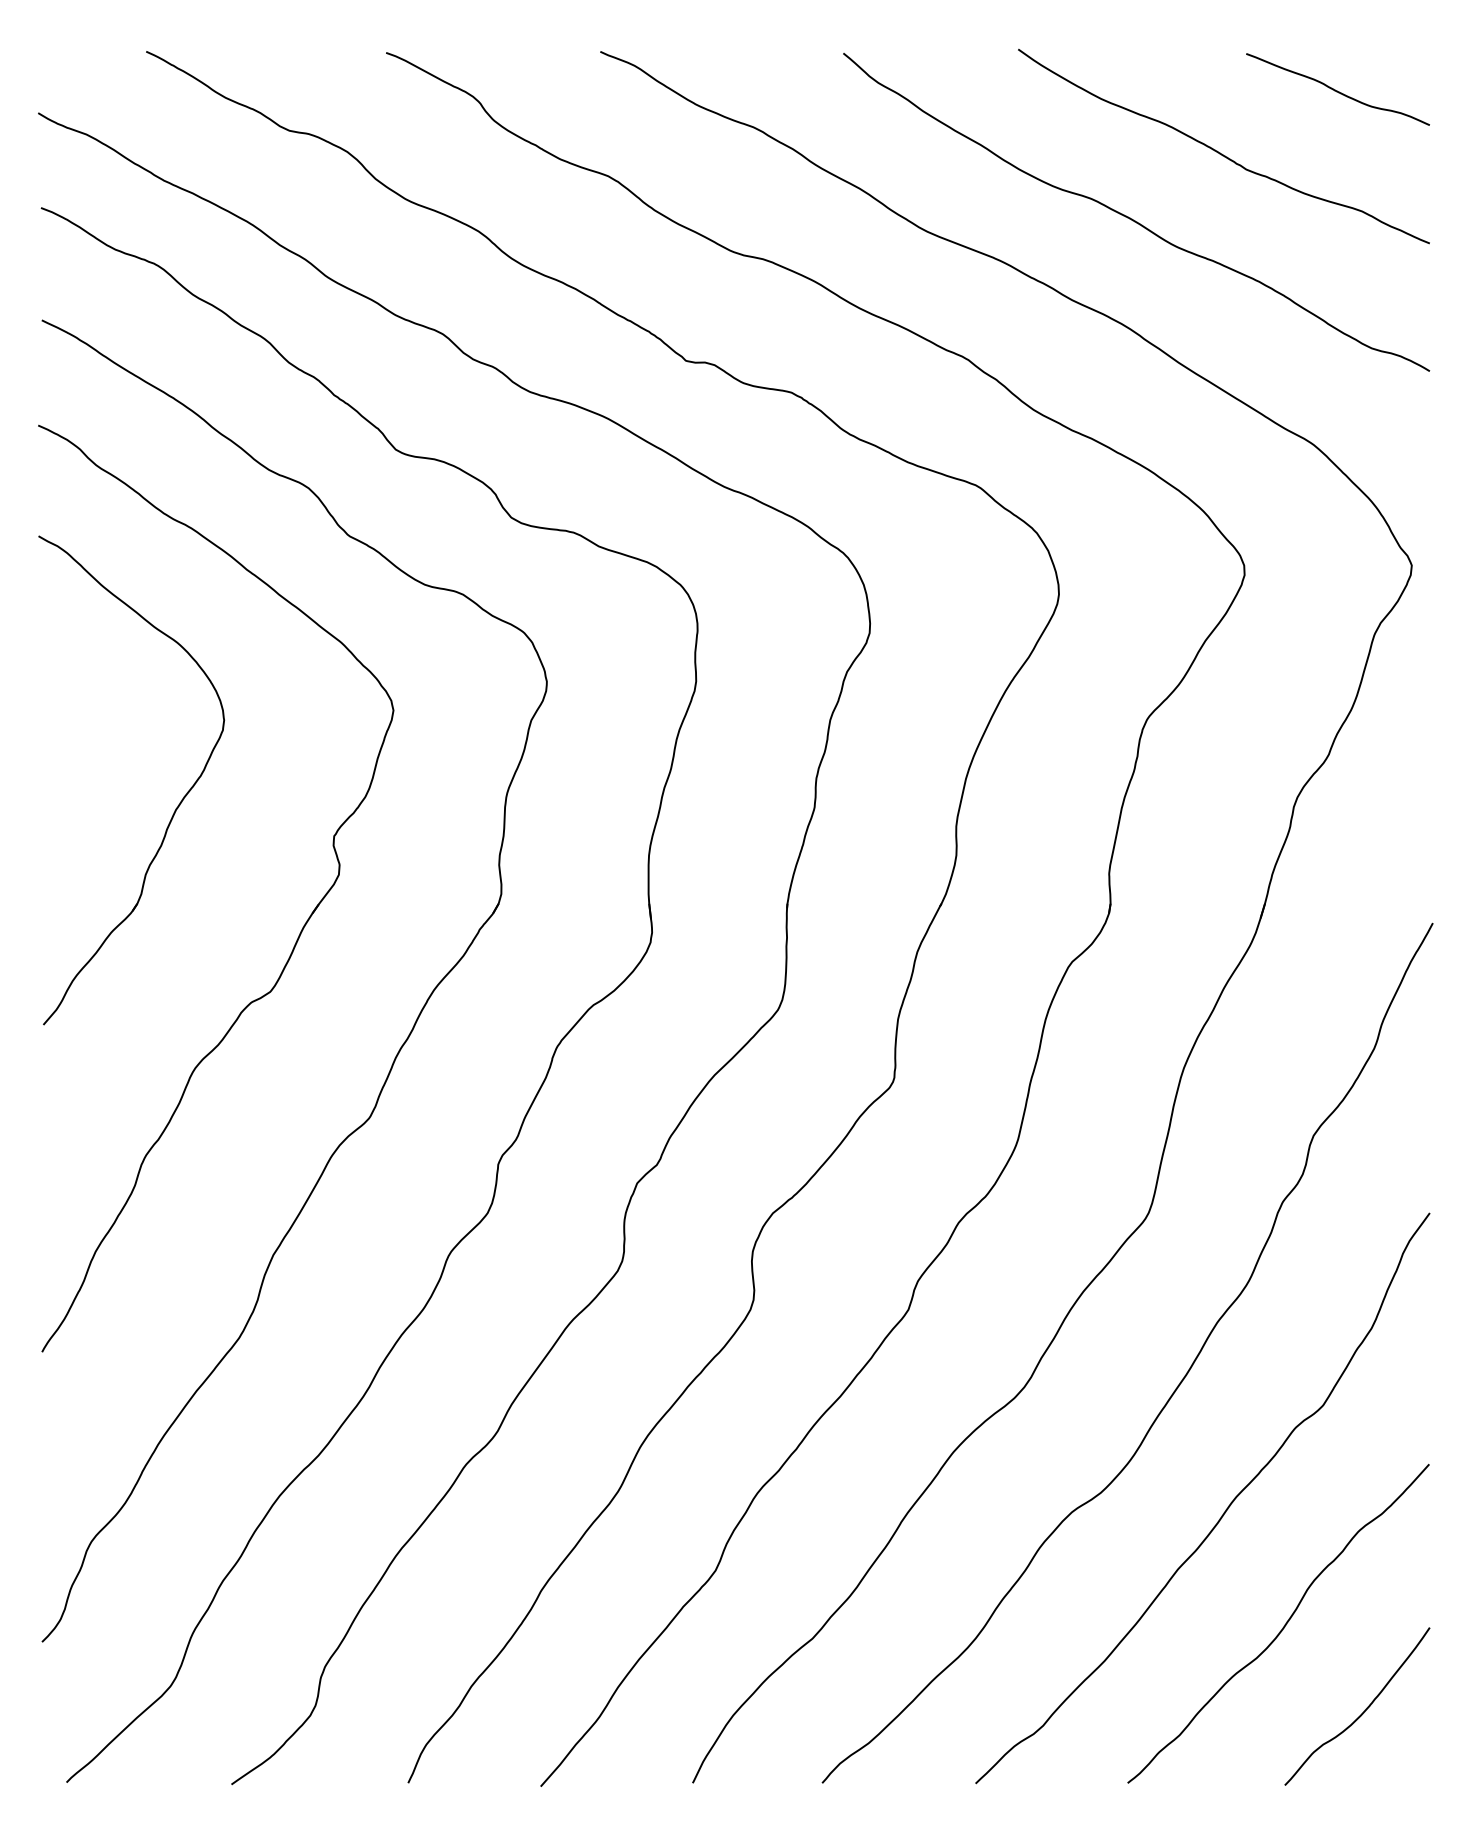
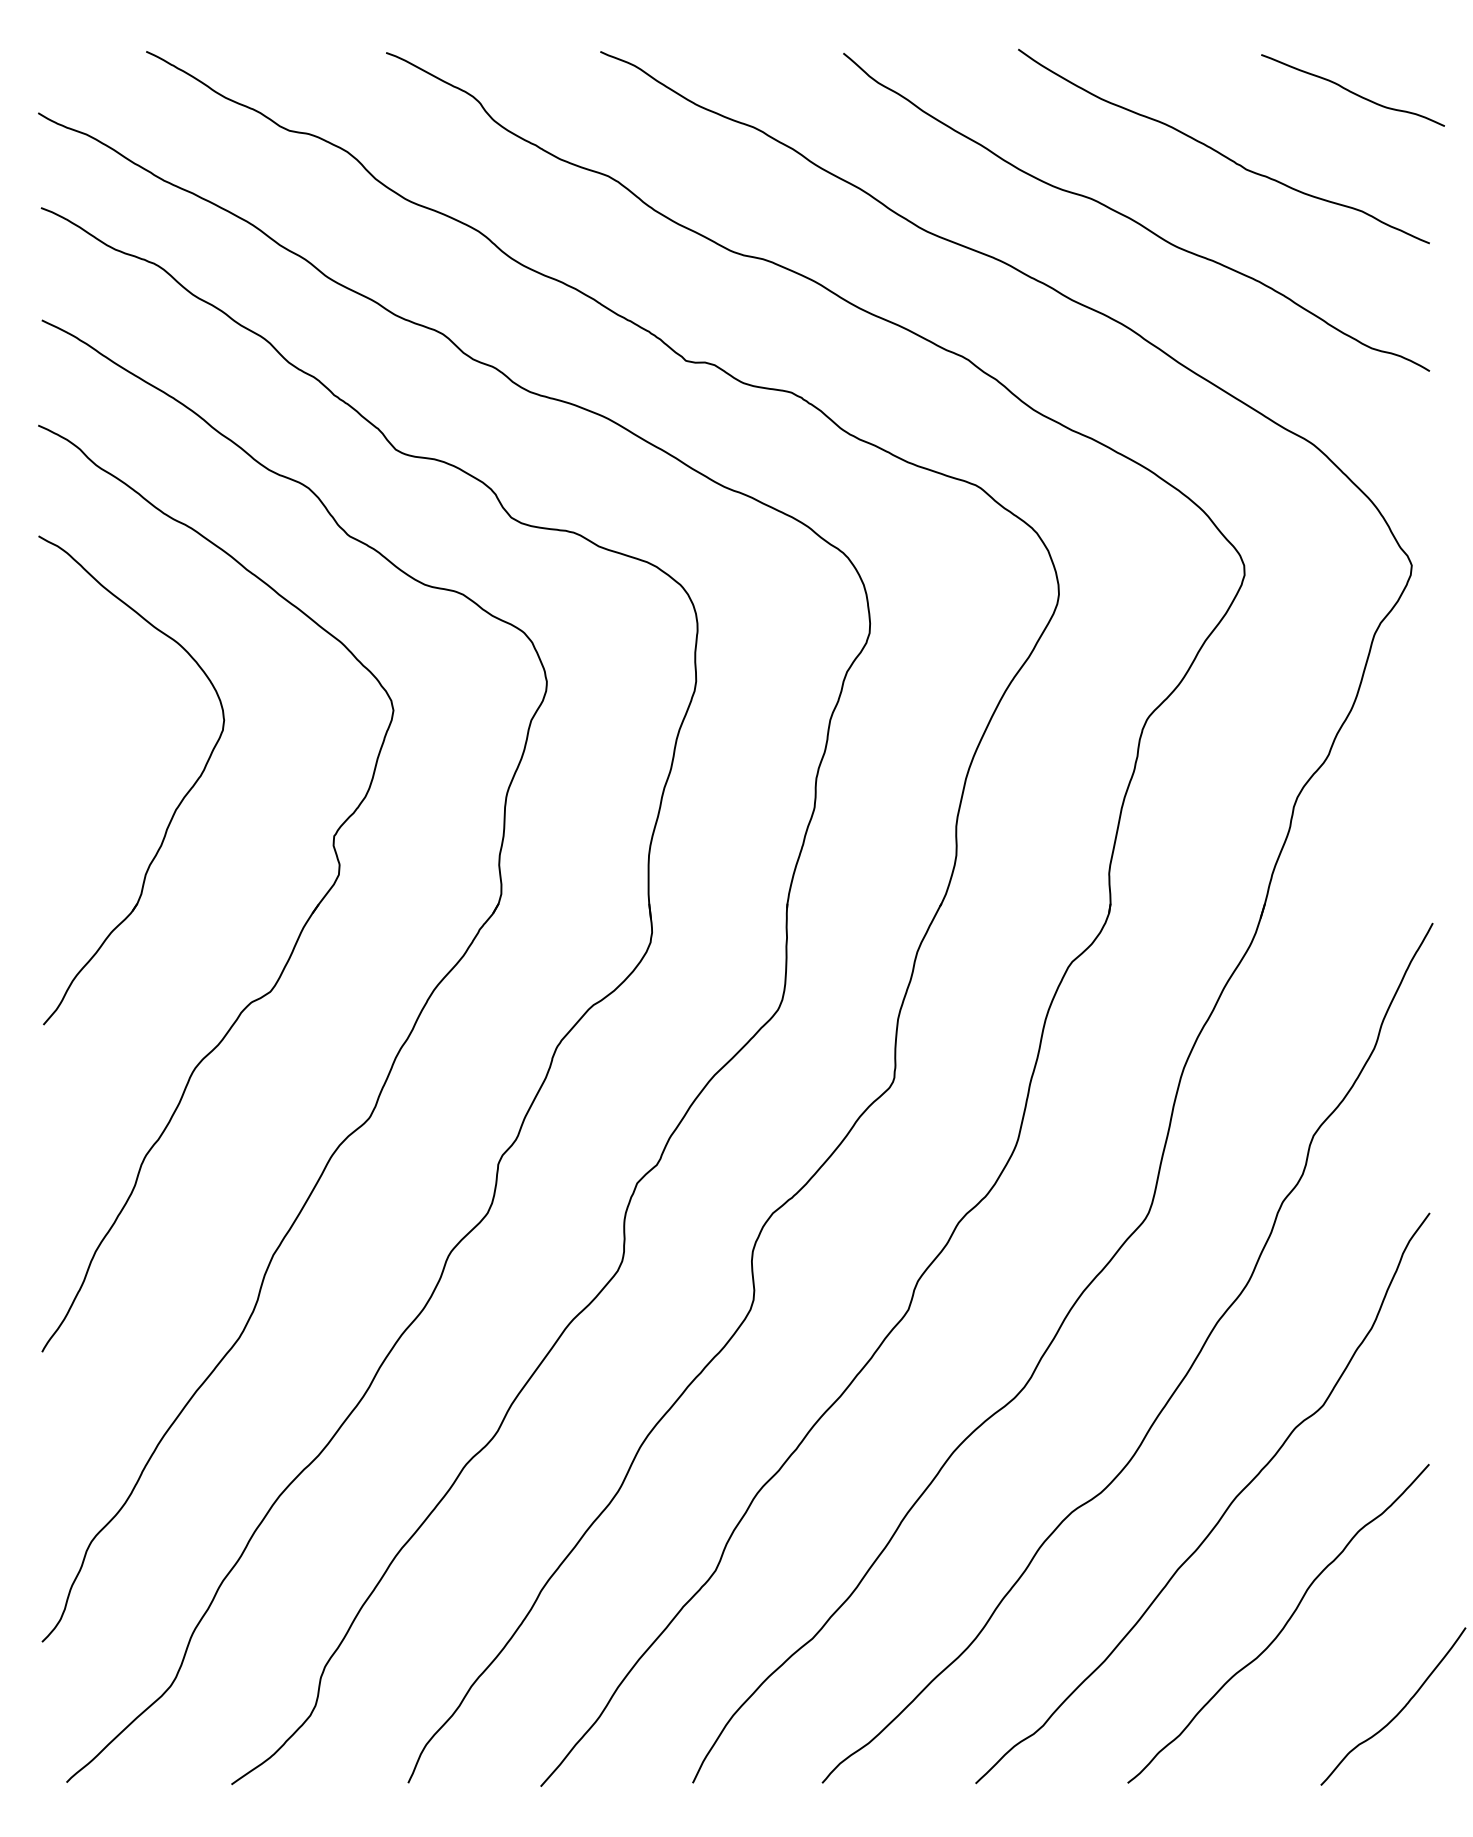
curve at (1337, 90) position: (1337, 90) -> (1352, 91)
curve at (1363, 1711) position: (1363, 1711) -> (1399, 1711)
